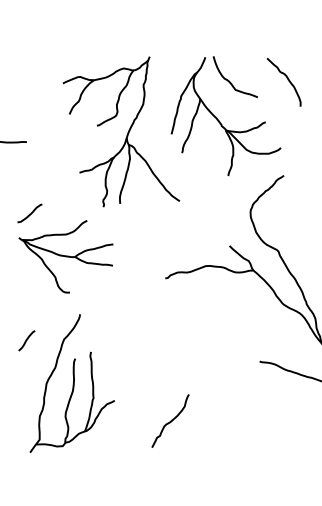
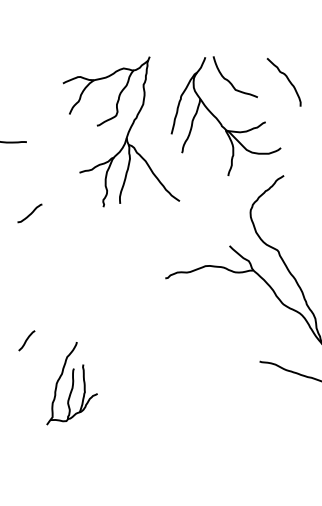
part at (65, 256): present -> none
part at (71, 383) size: 86x139 px -> 52x84 px
curve at (170, 420): present -> none
